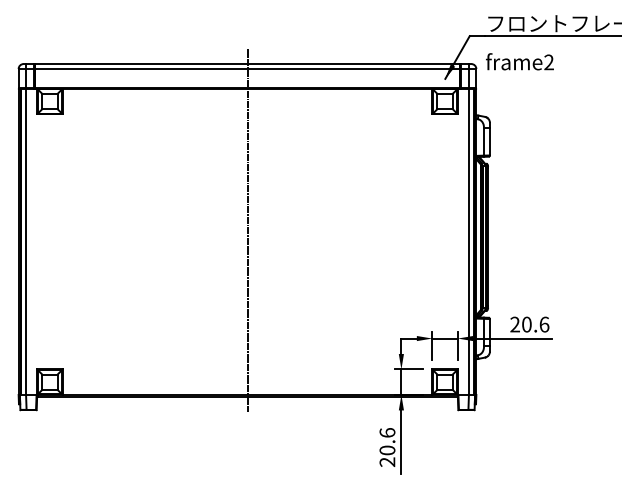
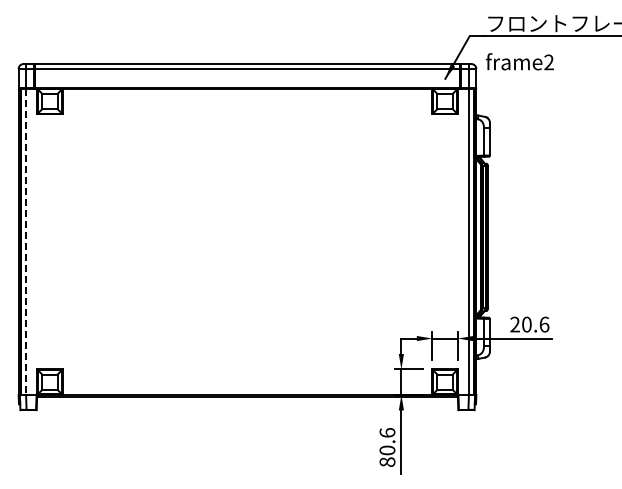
line at (247, 230): present -> none
line at (26, 242): solid -> dashed
text at (387, 461): 20.6 -> 80.6
